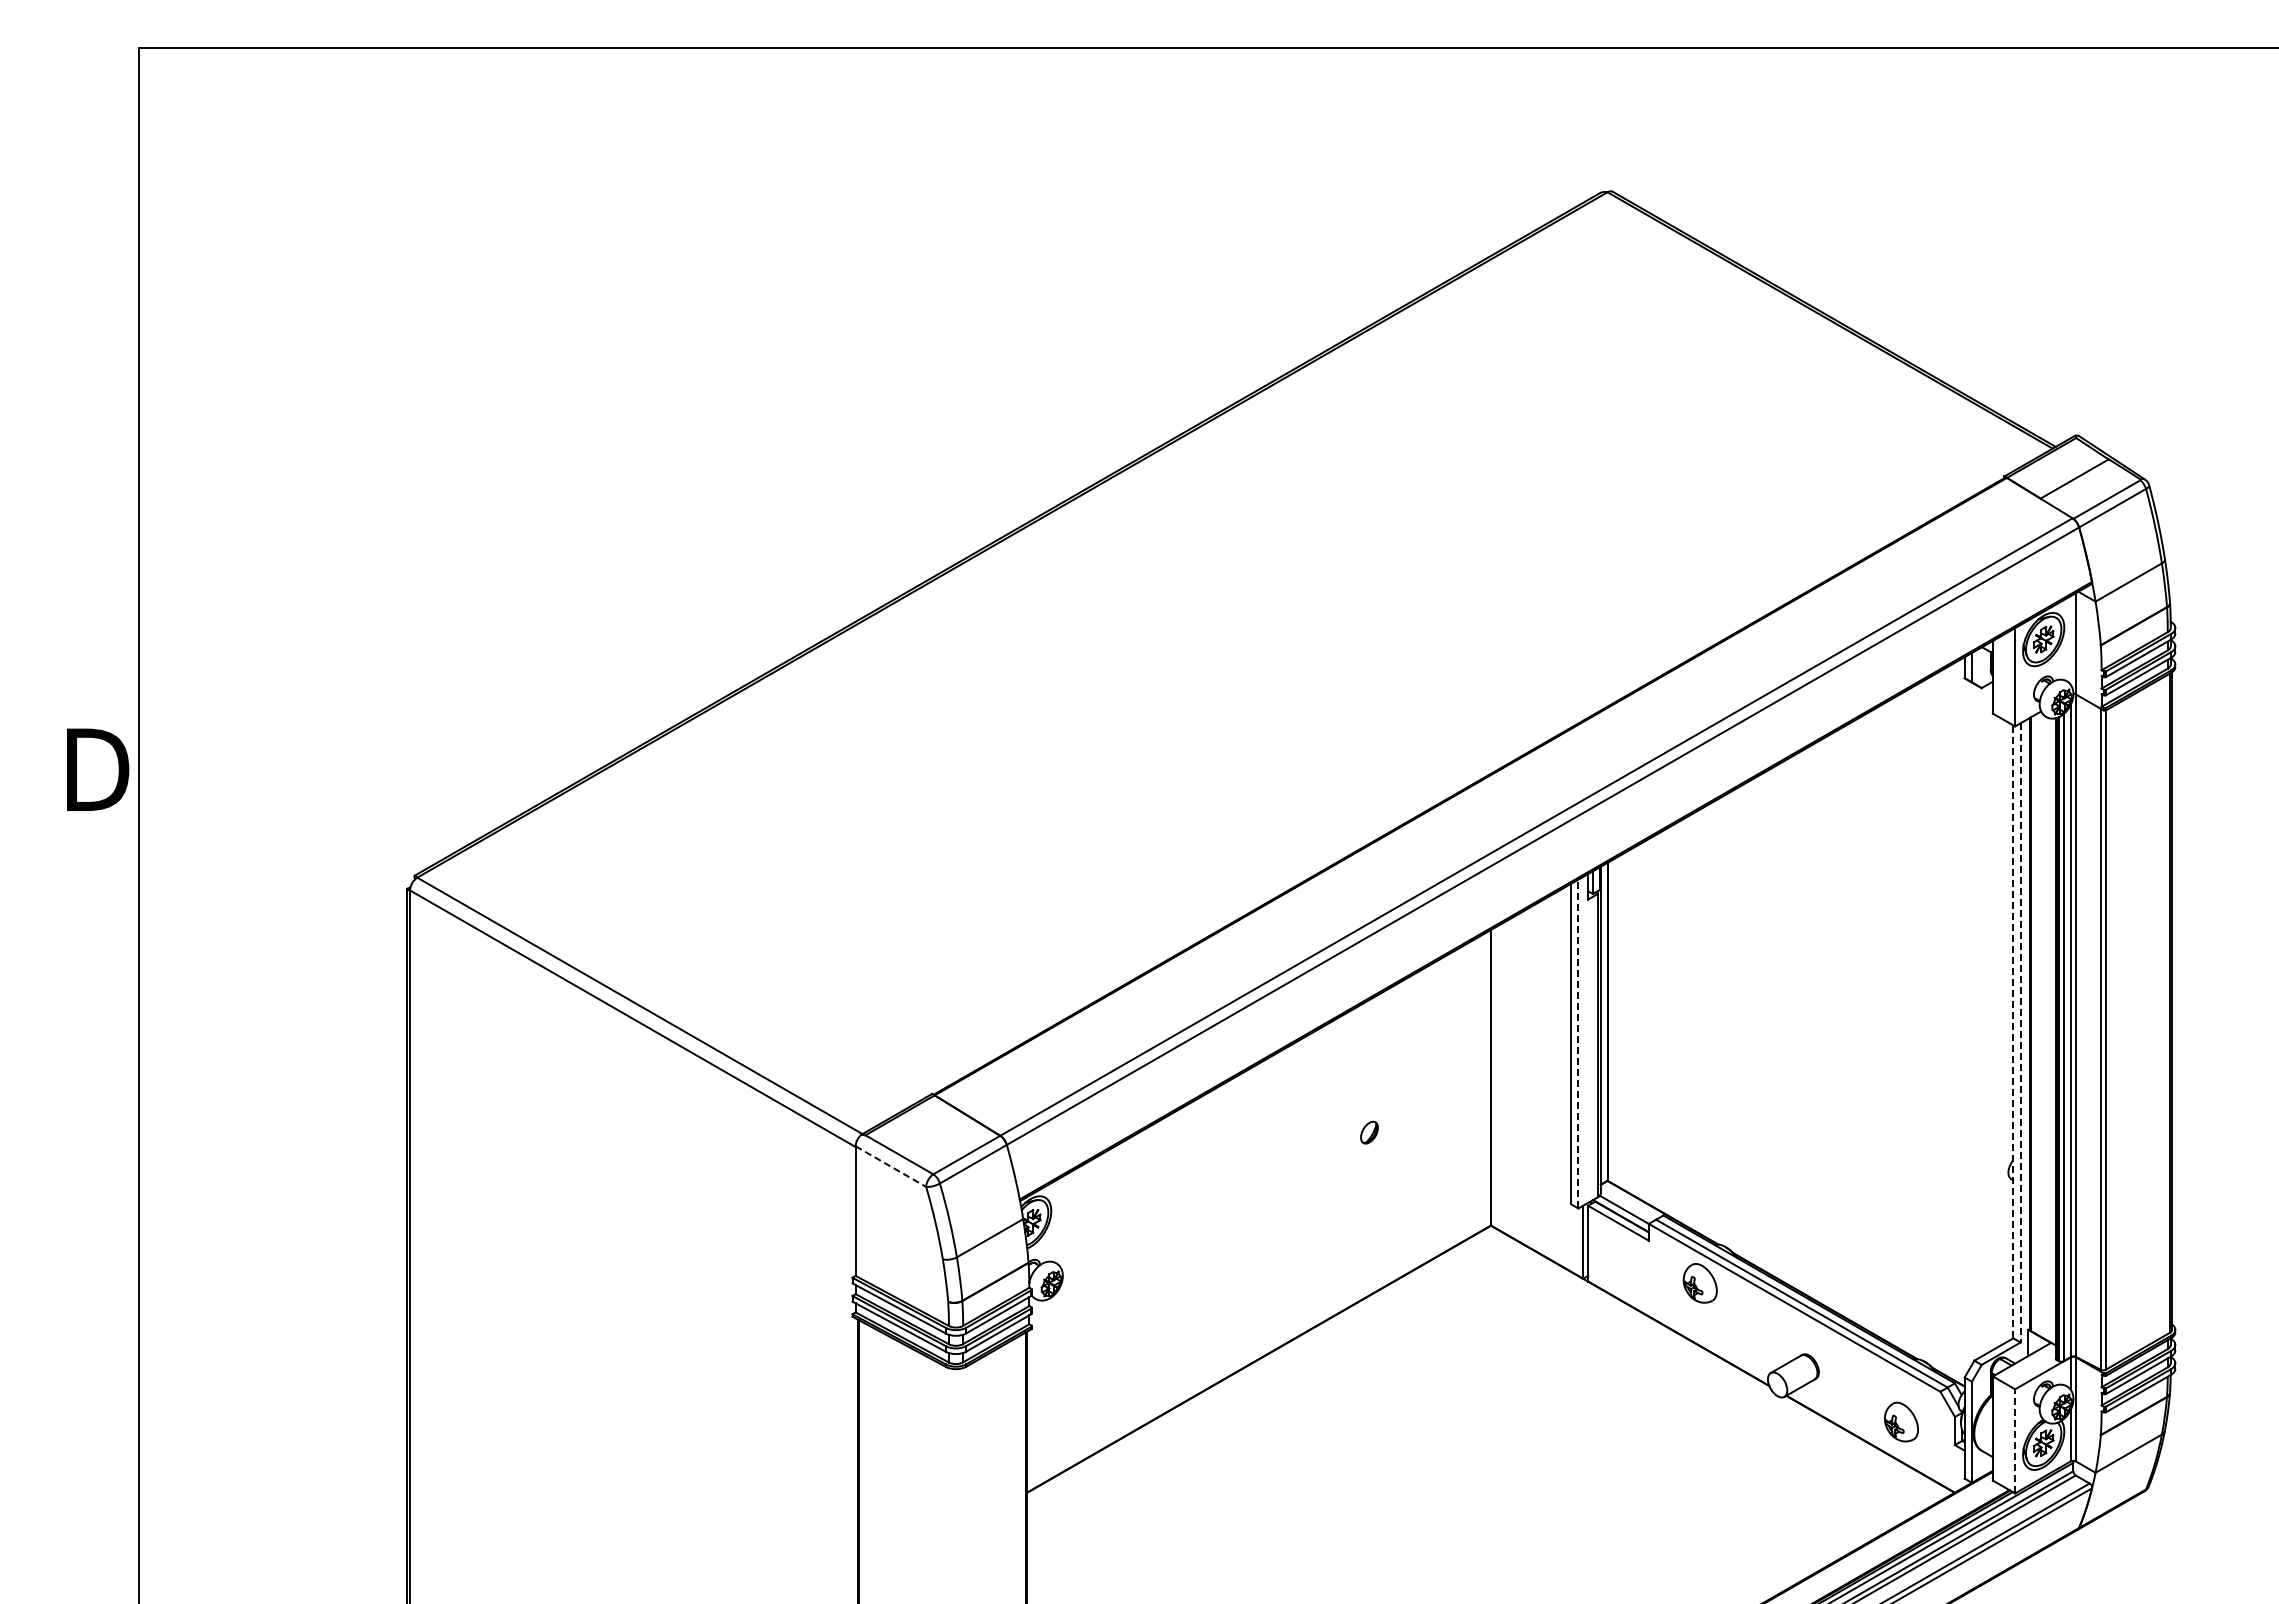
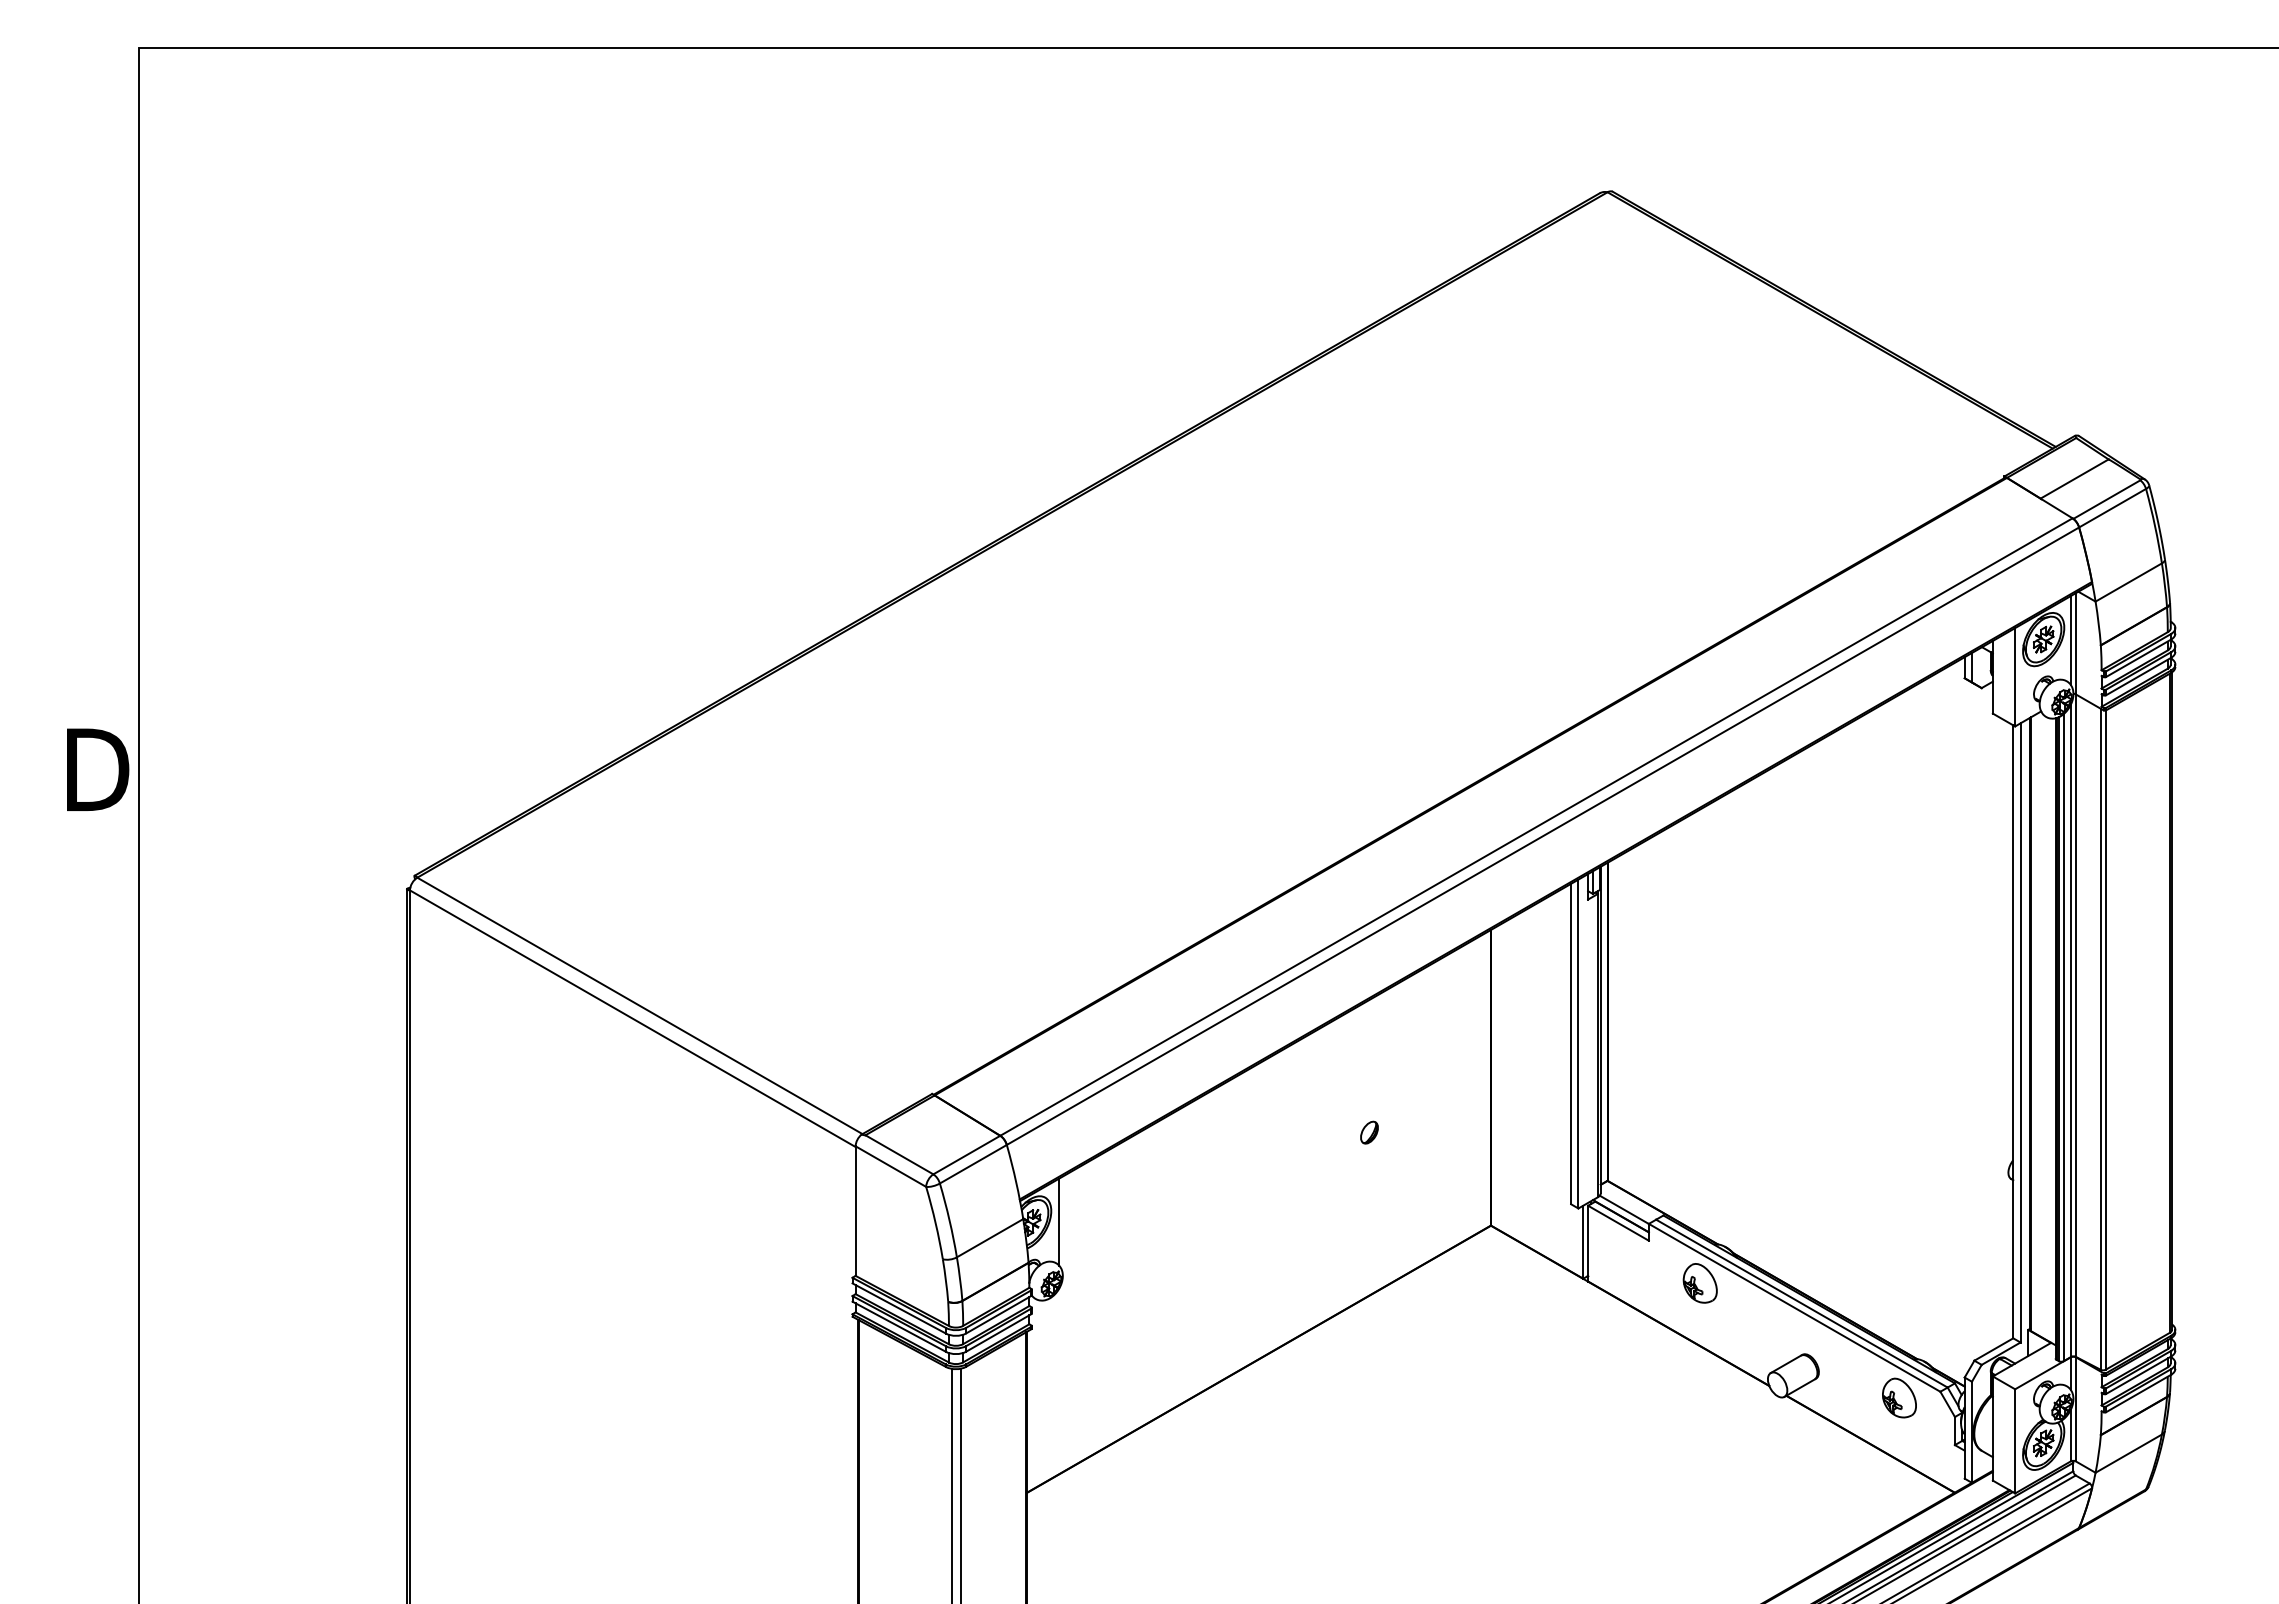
line at (2070, 640): none -> present
line at (2013, 1031): dashed -> solid
line at (2020, 1032): dashed -> solid
line at (1578, 1043): dashed -> solid
line at (890, 1166): dashed -> solid
line at (1059, 1221): none -> present
part at (1901, 1421) position: (1901, 1421) -> (1899, 1397)
line at (2015, 1440): dashed -> solid
line at (951, 1484): none -> present
line at (961, 1484): none -> present
